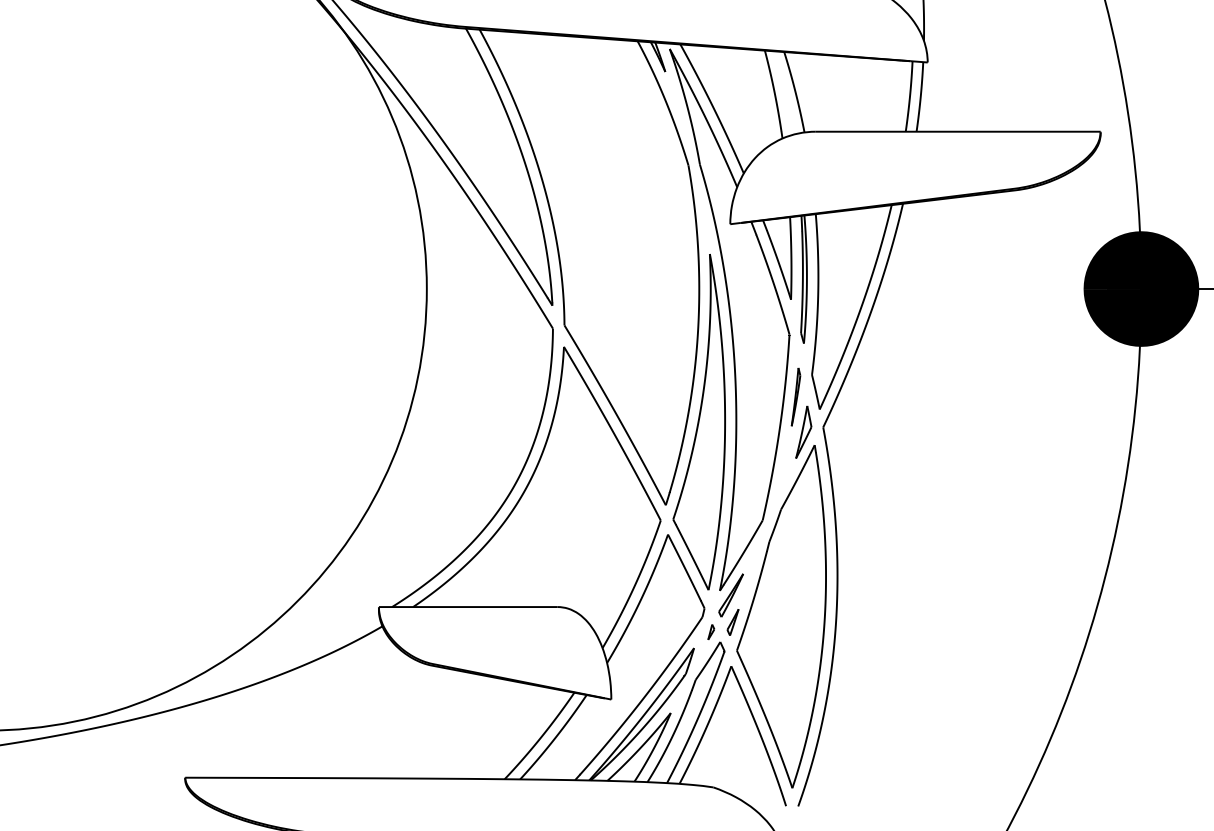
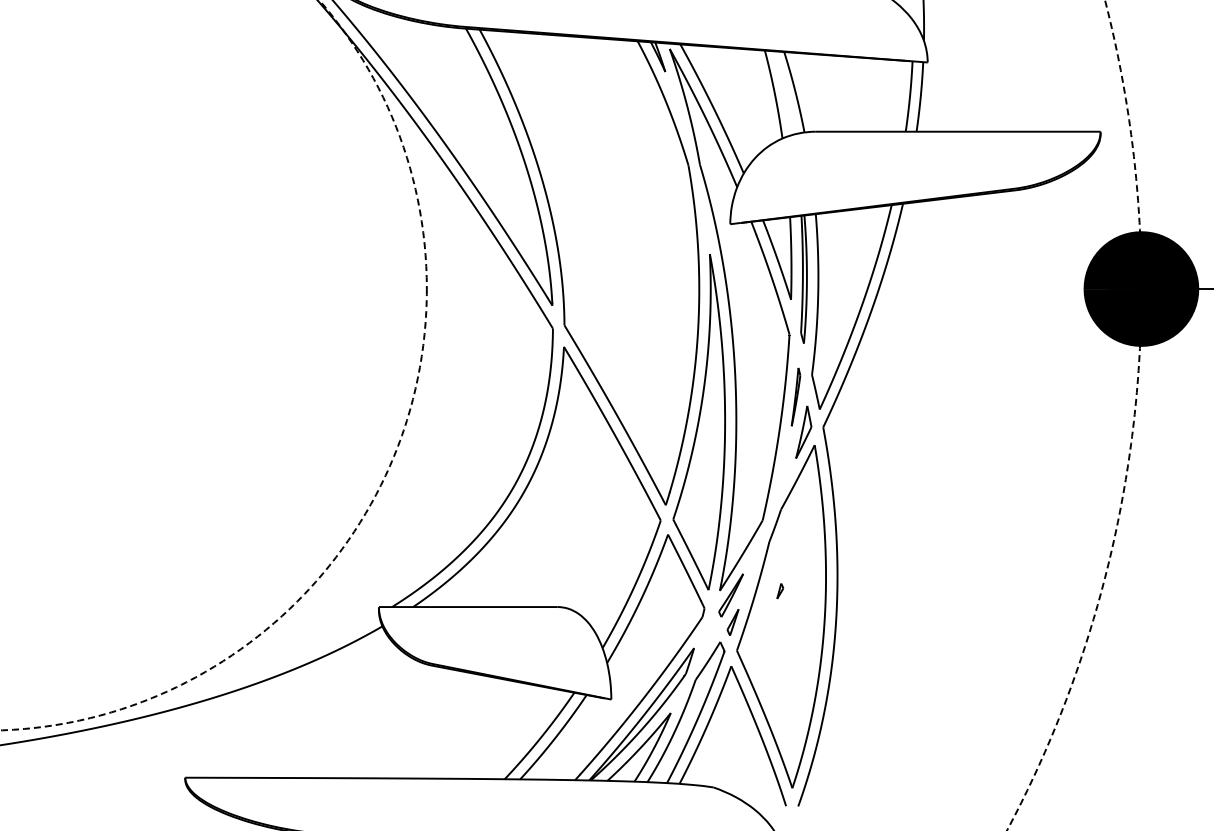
circle at (213, 365): solid -> dashed
circle at (1074, 415): solid -> dashed
part at (711, 631) position: (711, 631) -> (780, 590)
